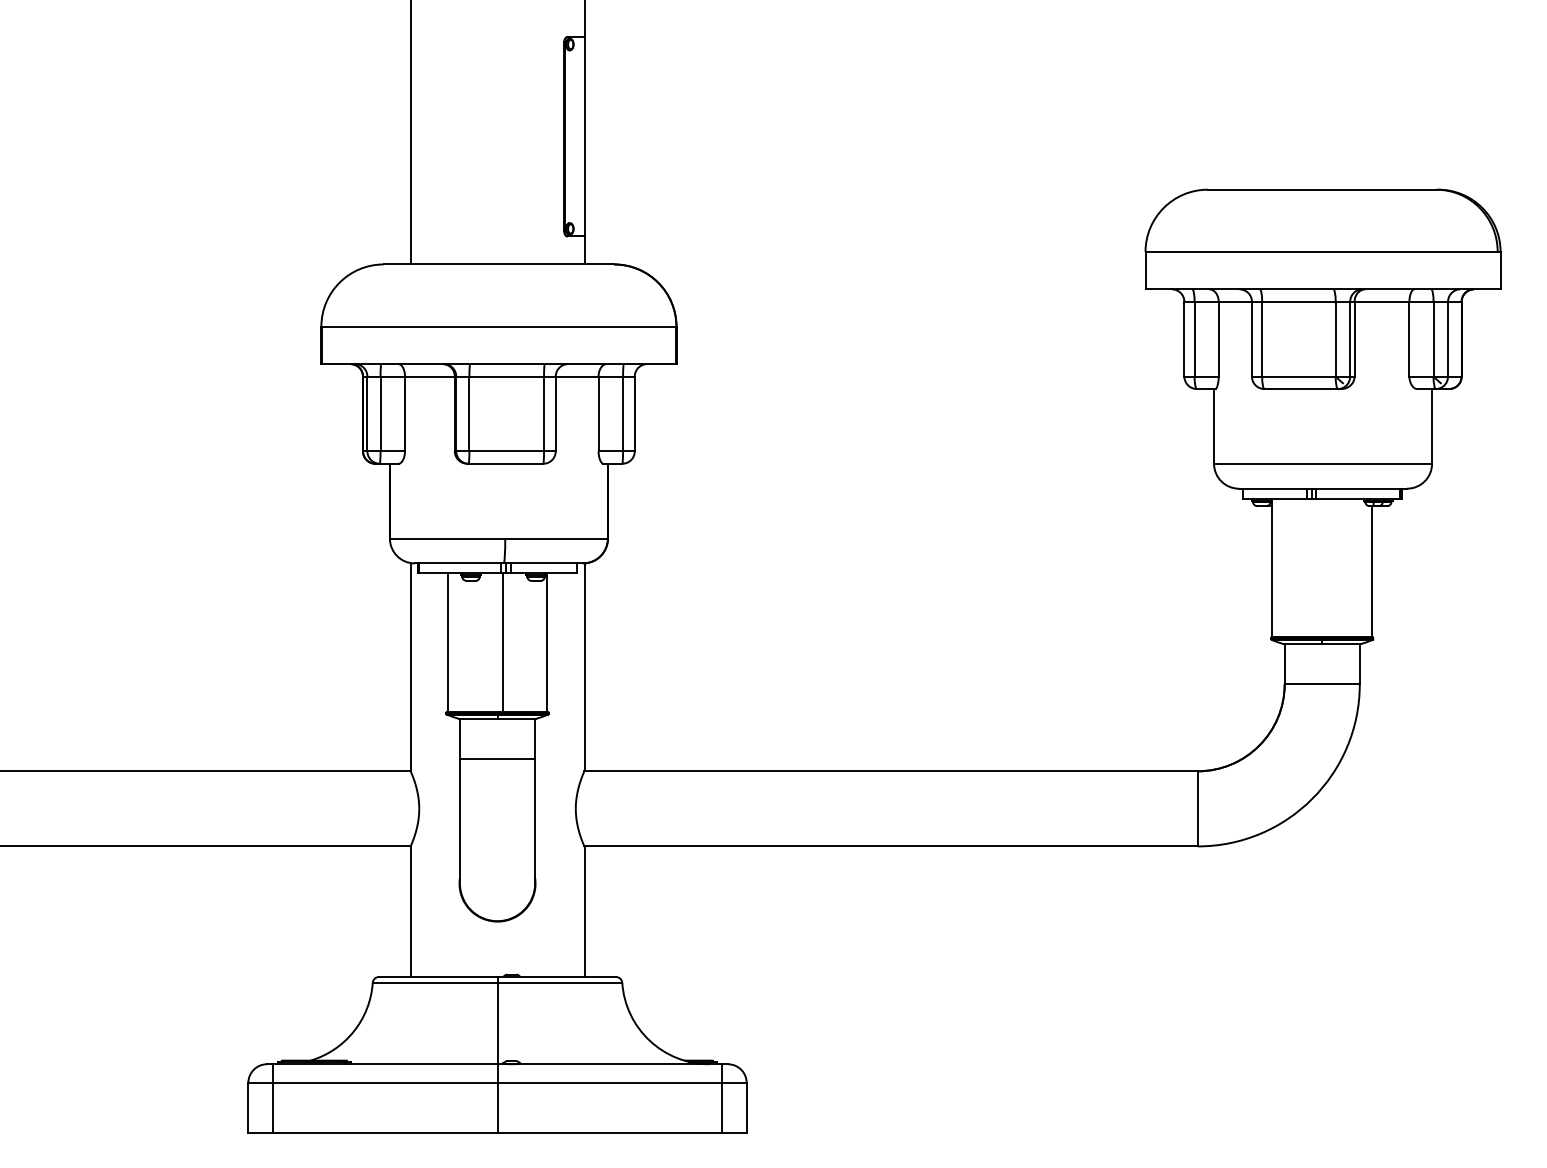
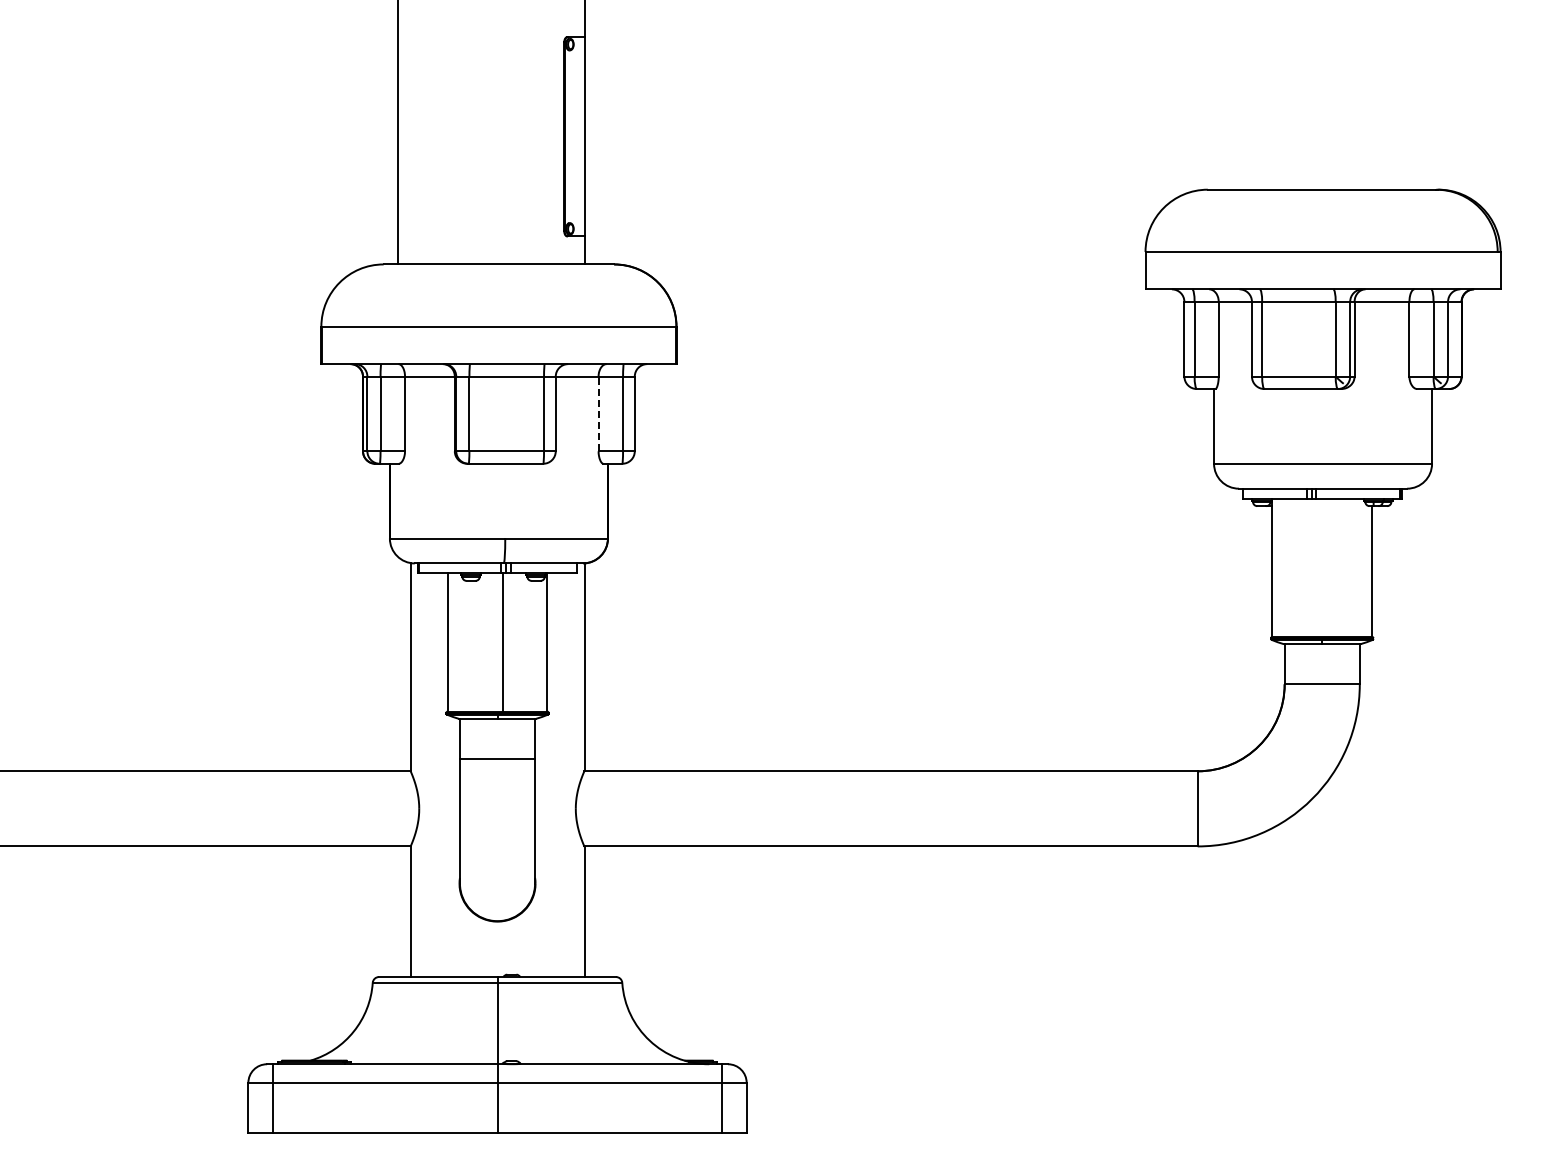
line at (410, 133) position: (410, 133) -> (397, 133)
line at (598, 413): solid -> dashed
